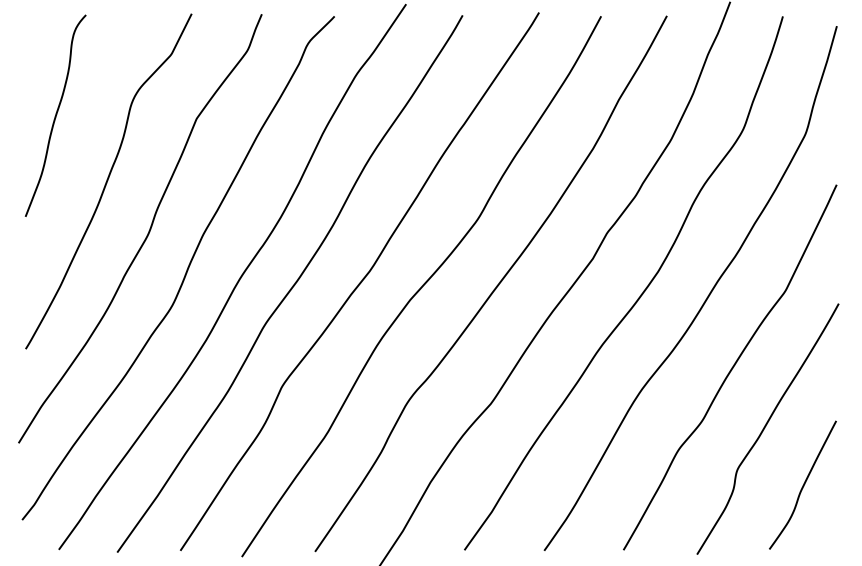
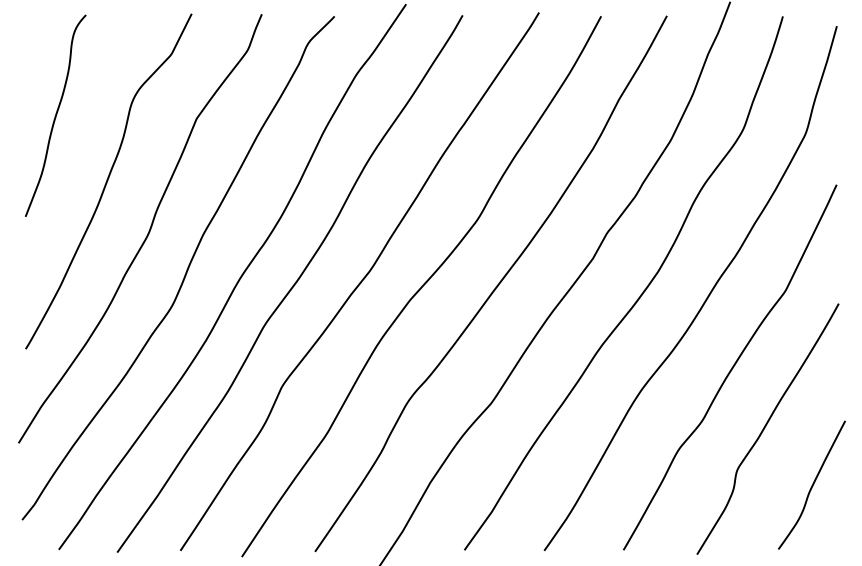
curve at (803, 484) position: (803, 484) -> (812, 484)
